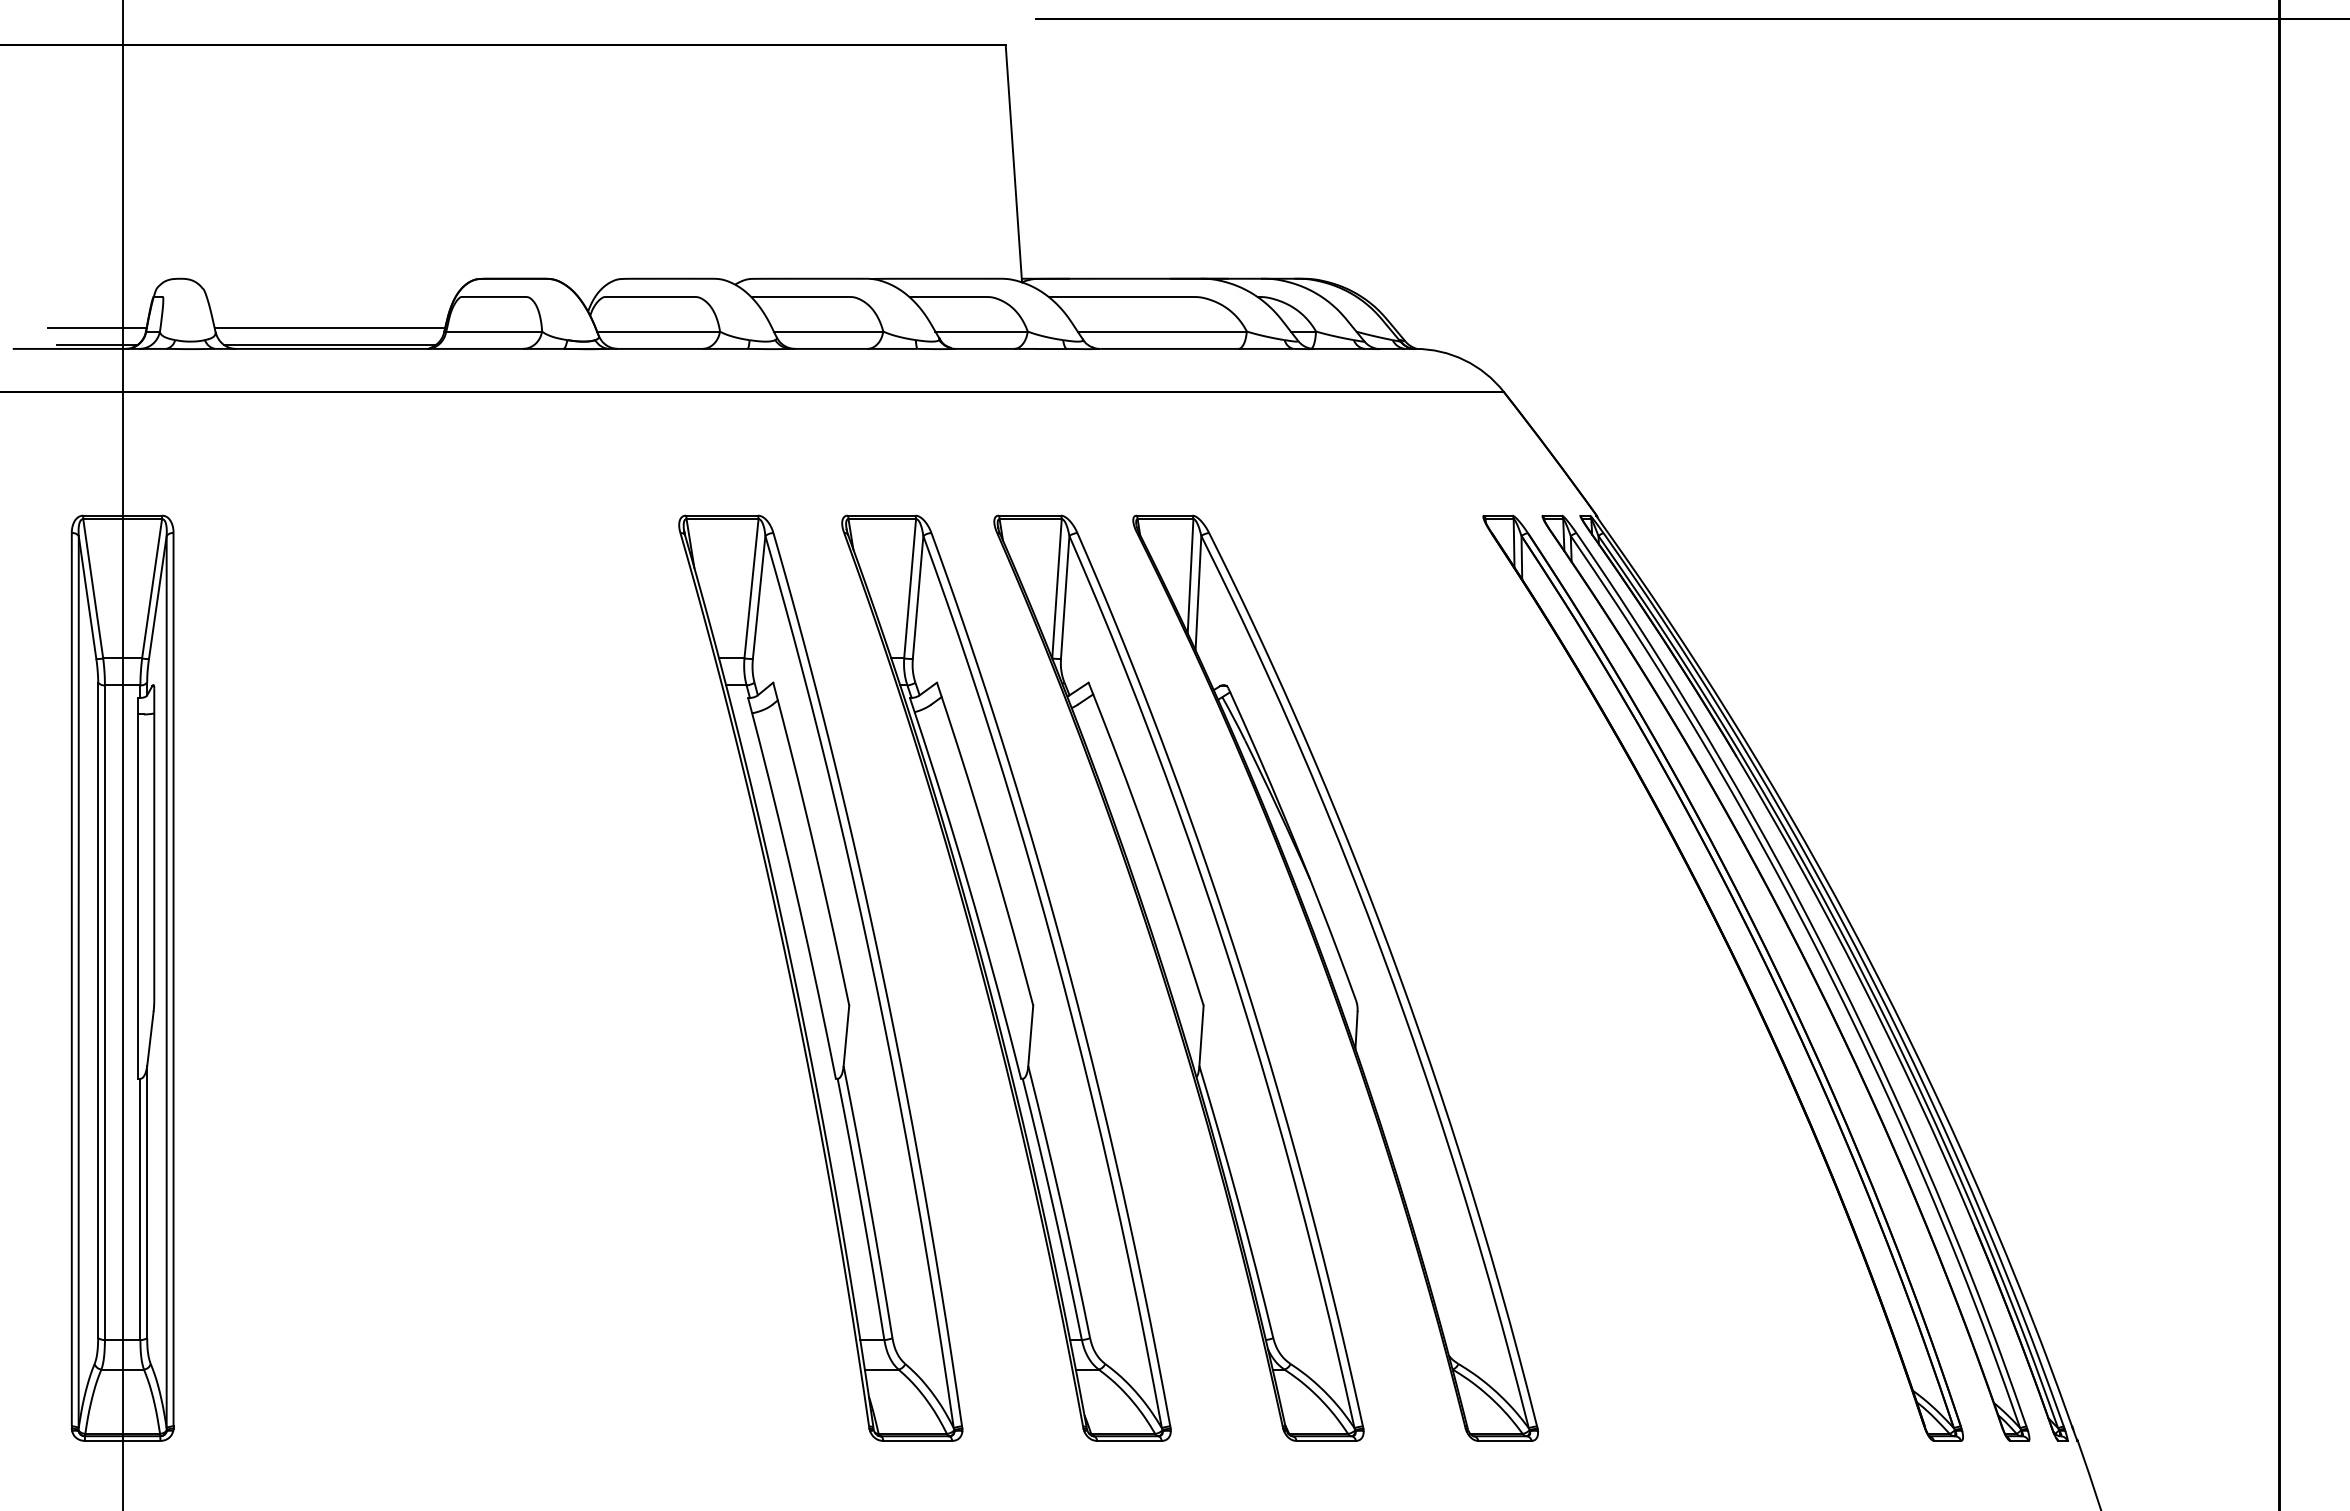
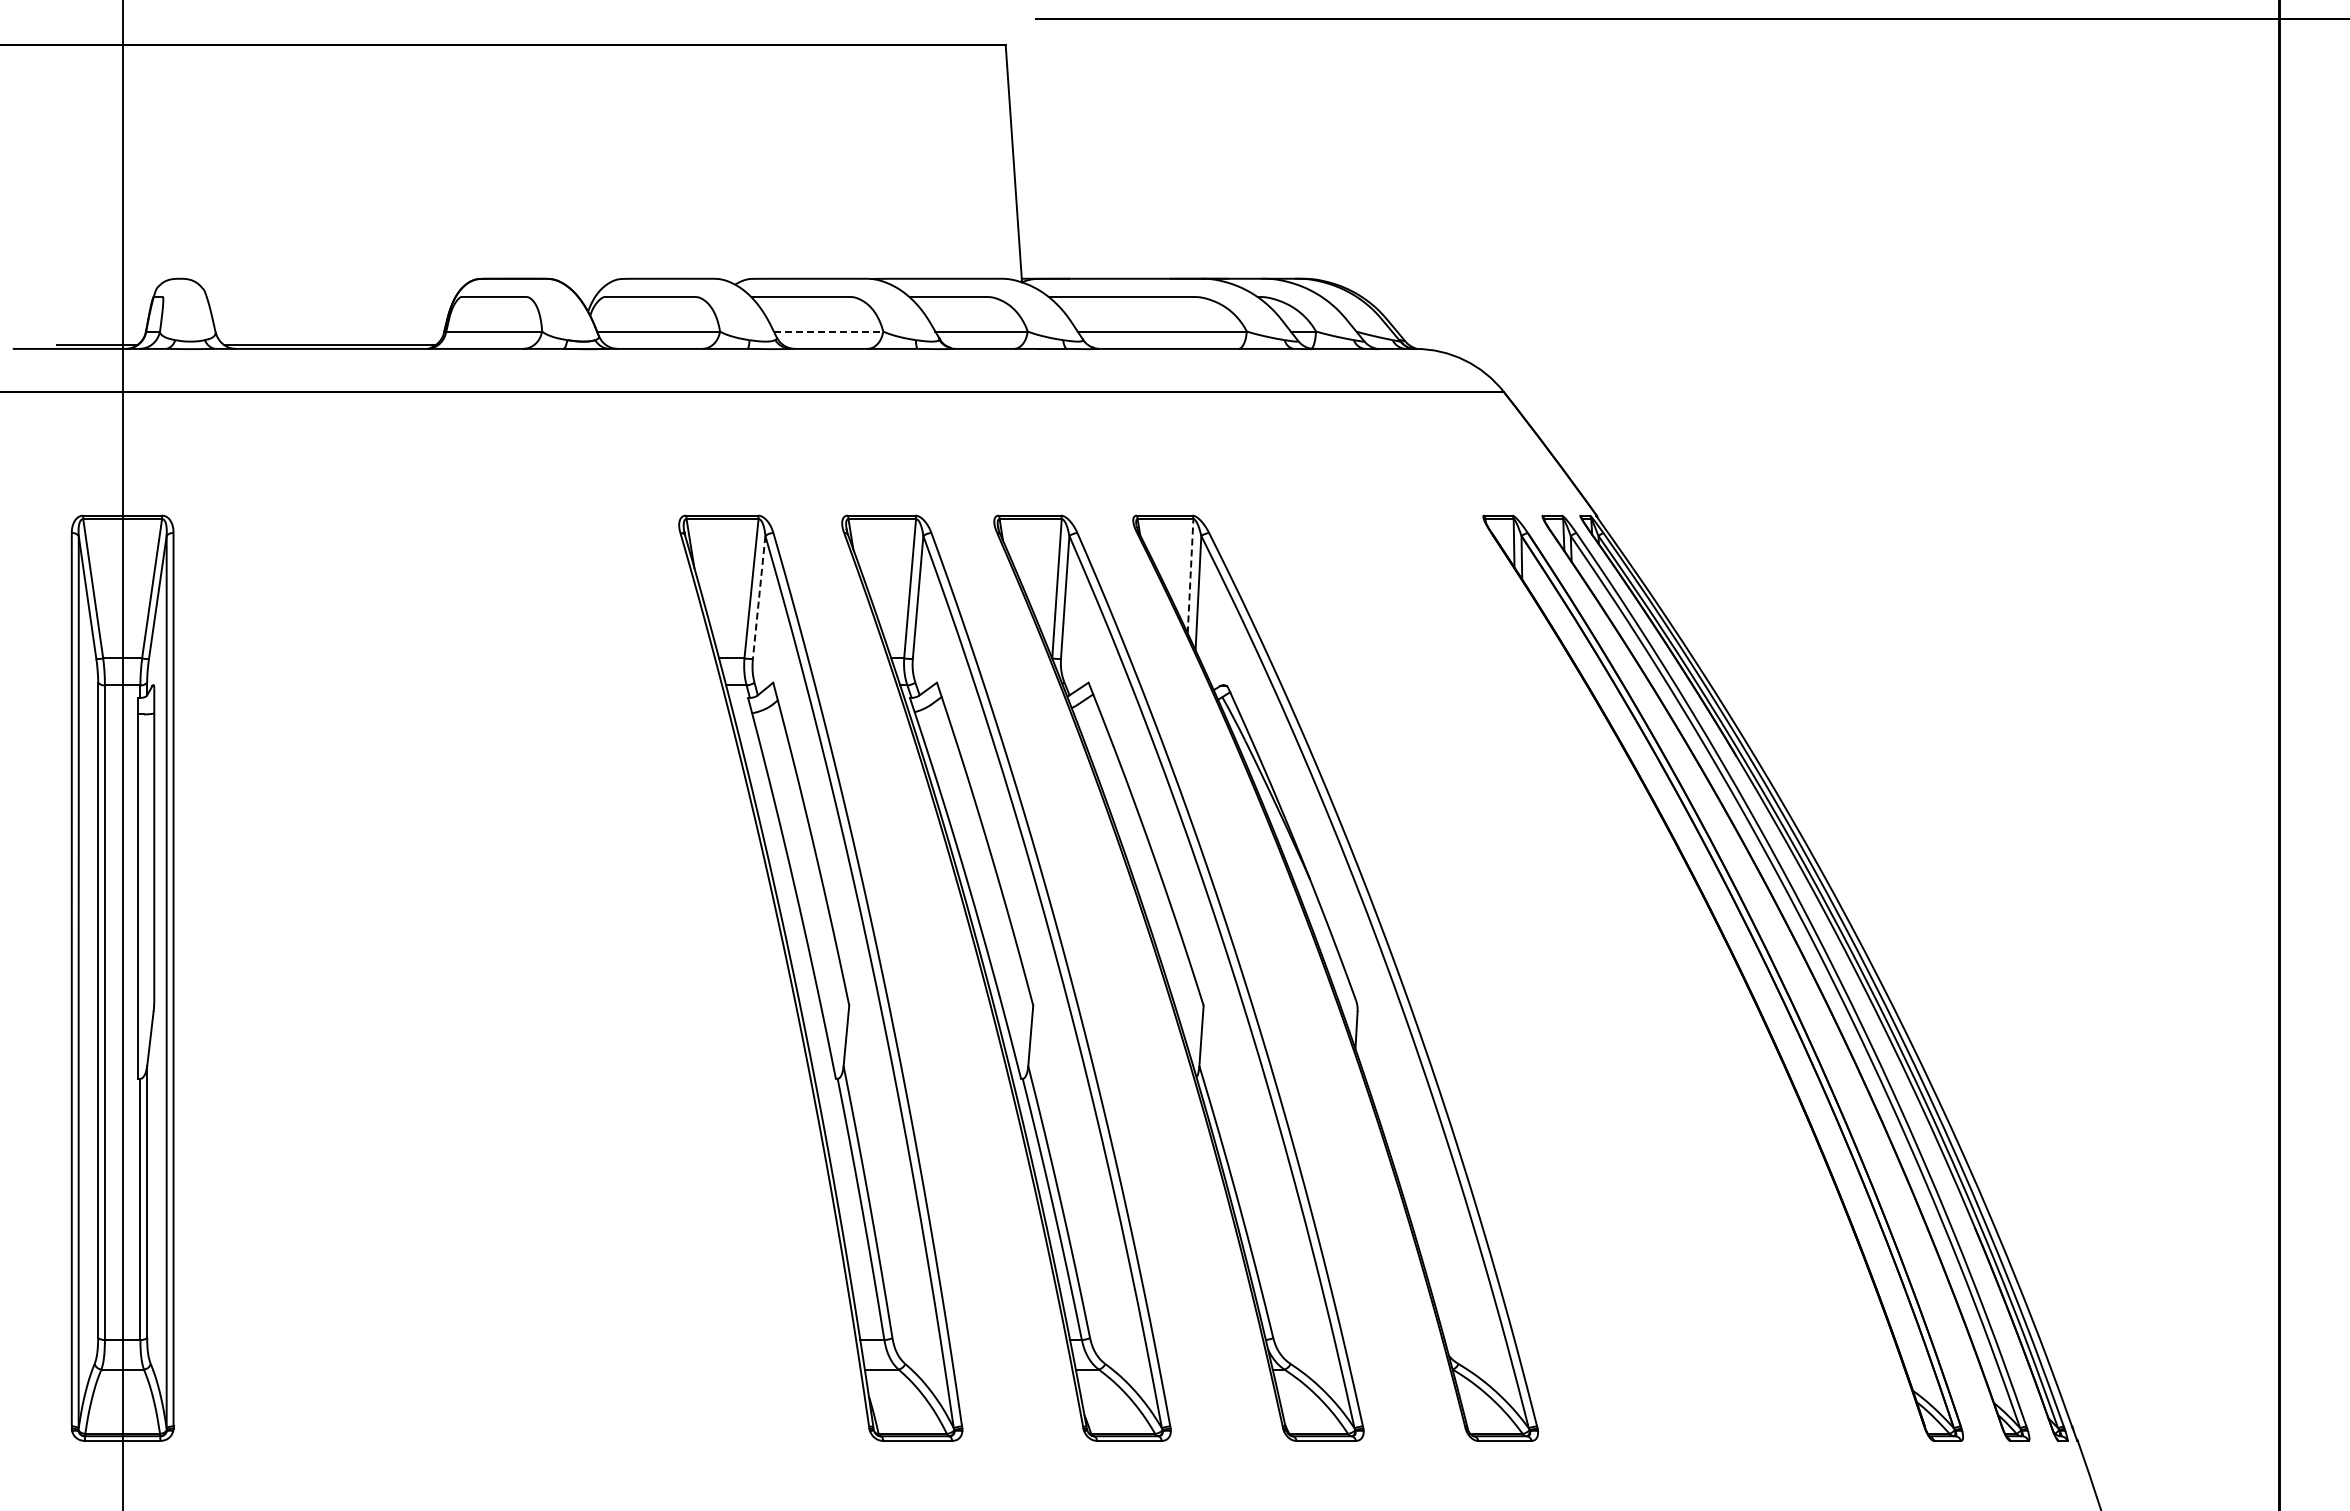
line at (96, 327): present -> none
line at (329, 327): present -> none
line at (828, 331): solid -> dashed
line at (1190, 575): solid -> dashed
line at (759, 597): solid -> dashed
